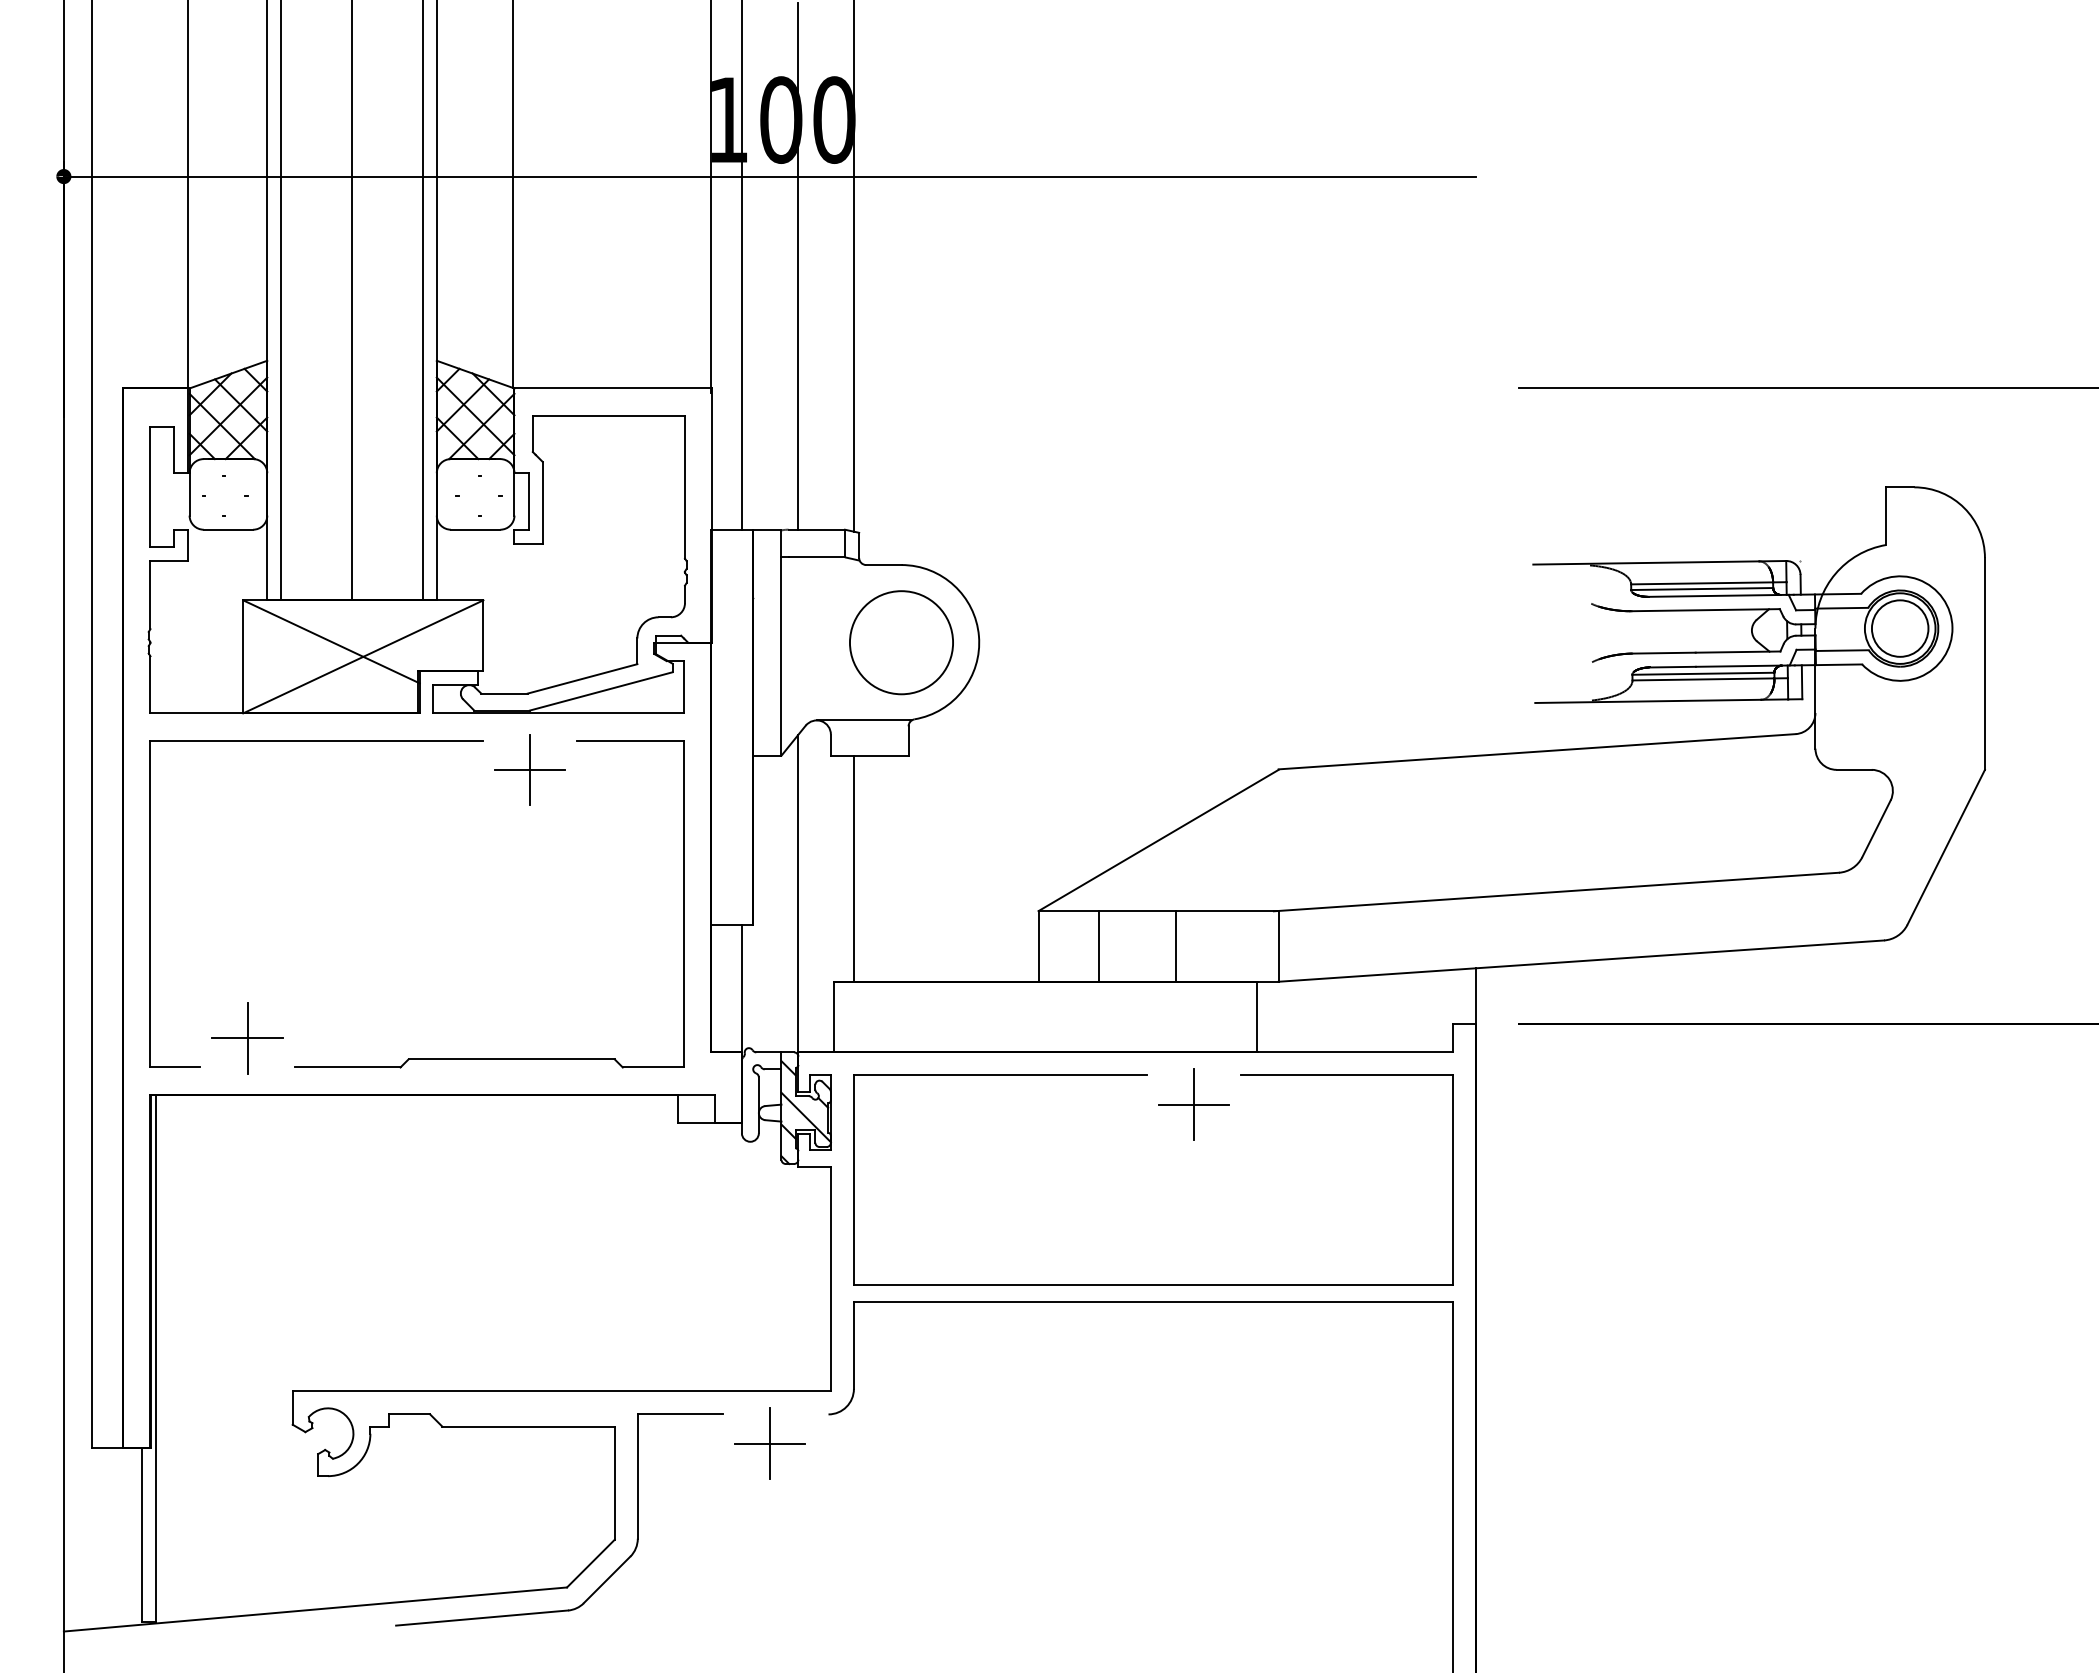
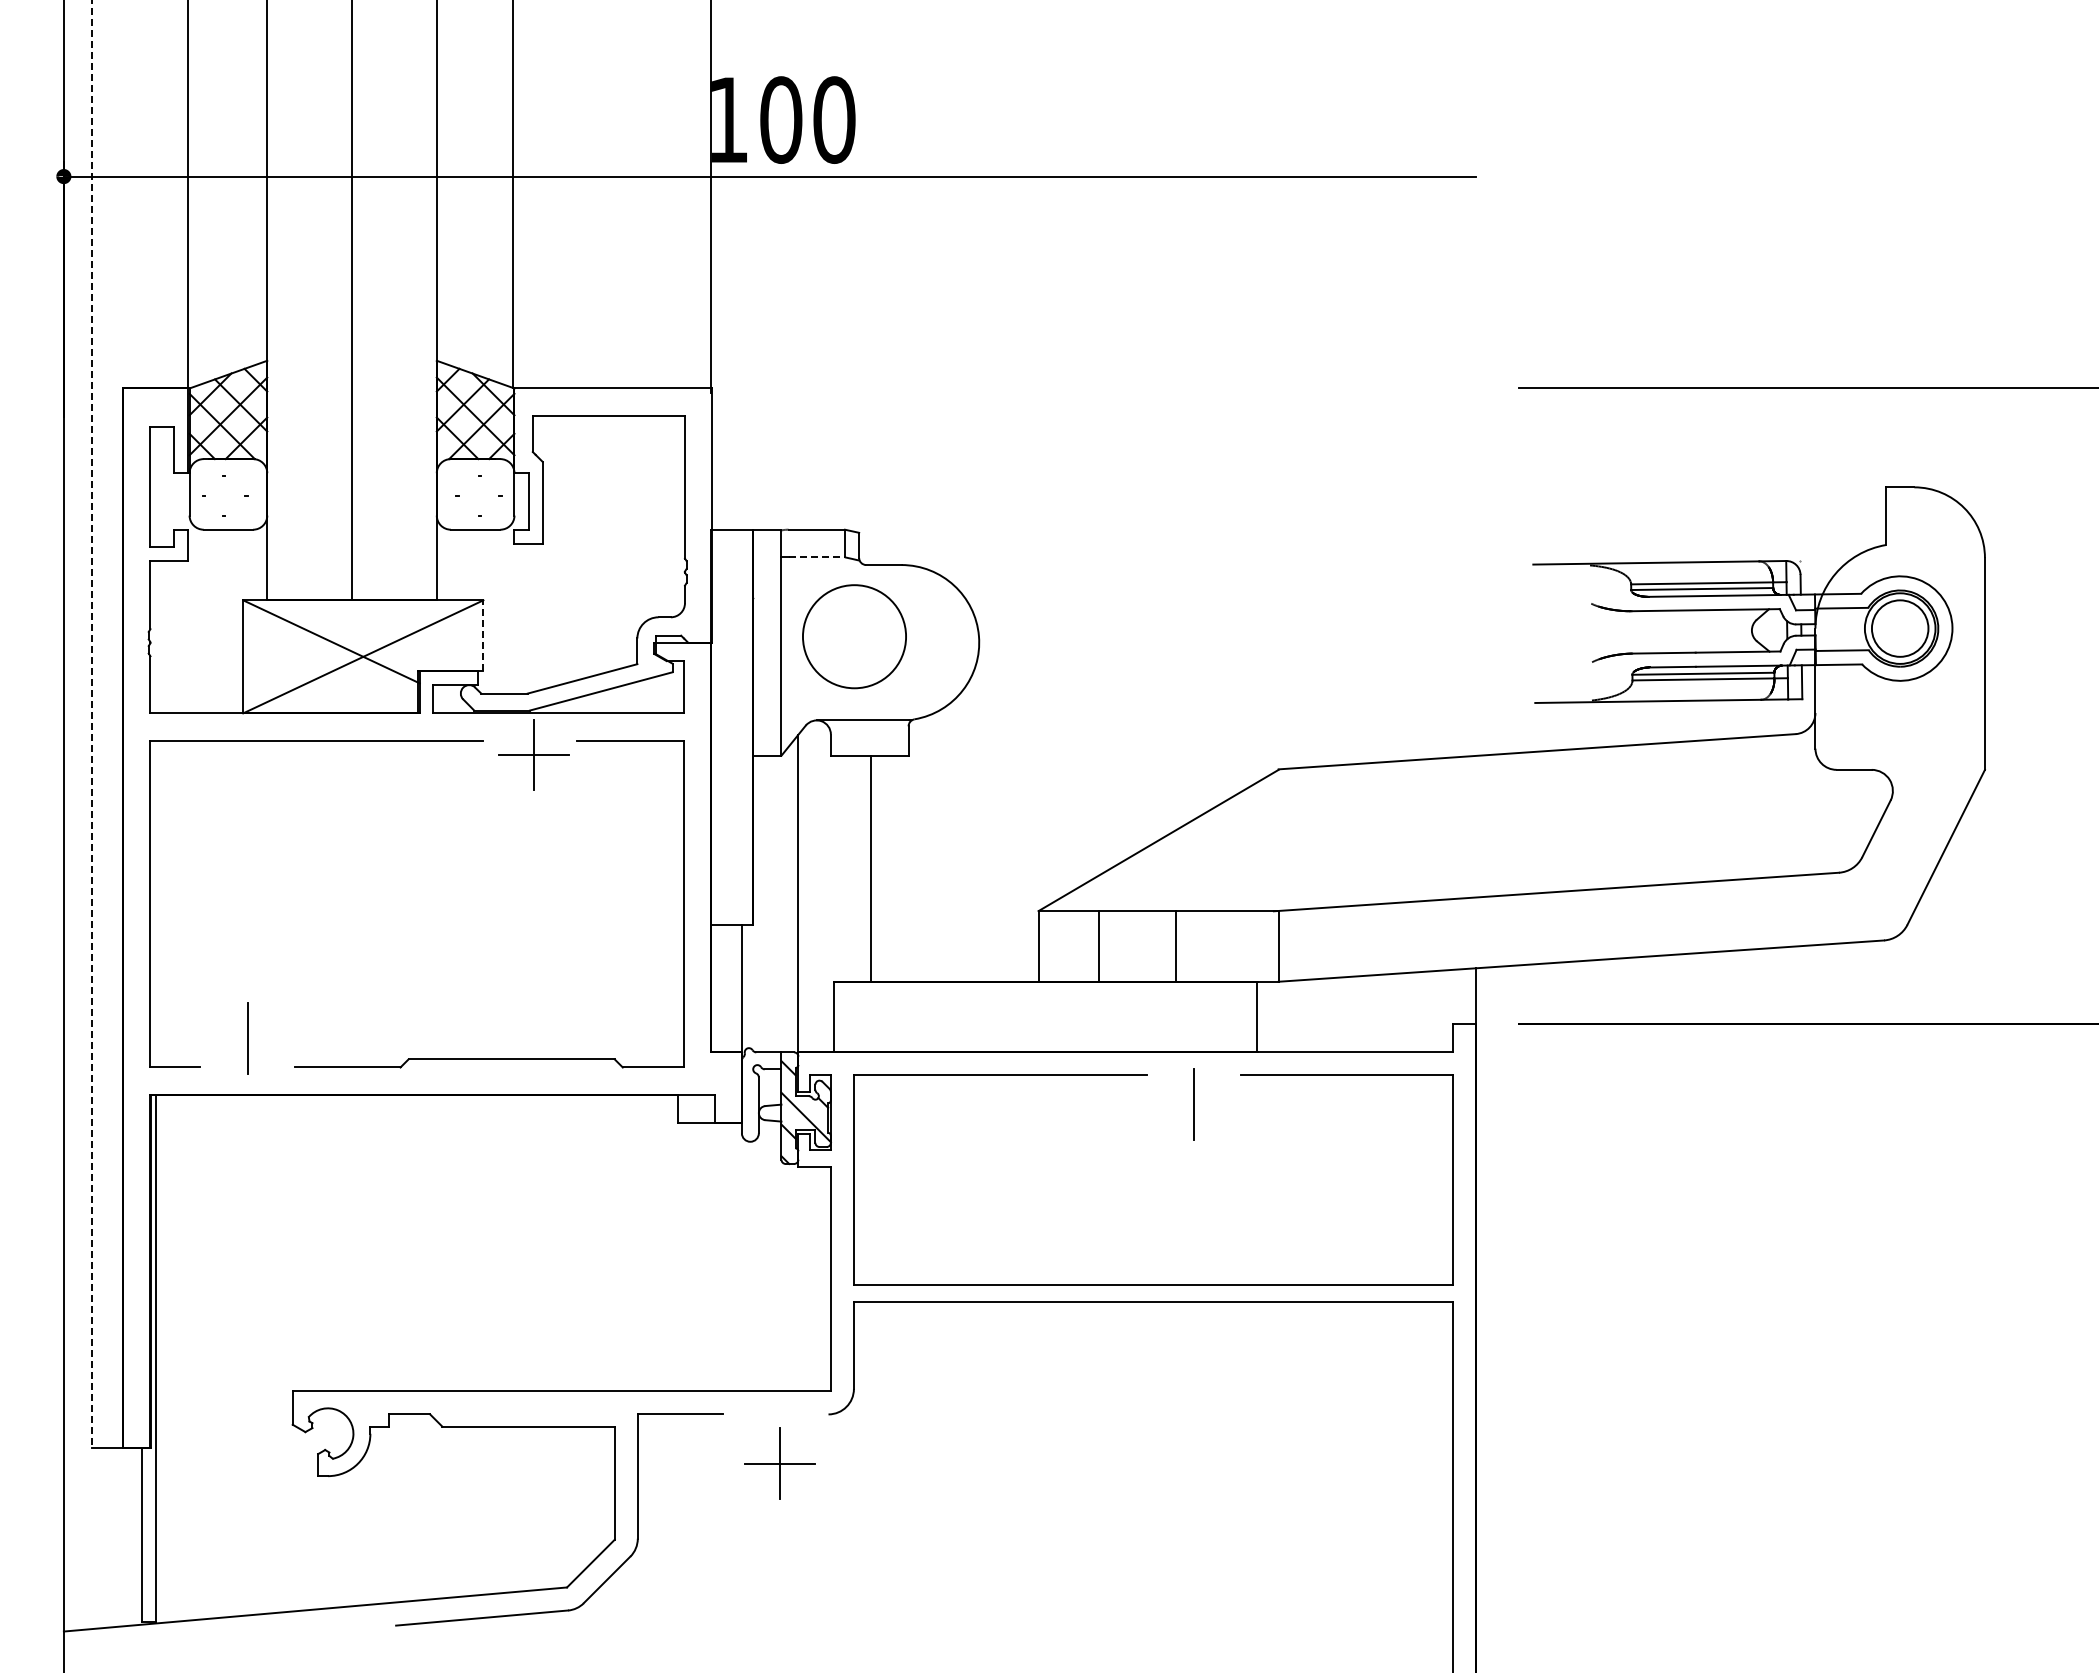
line at (741, 265): present -> none
line at (798, 265): present -> none
line at (853, 266): present -> none
line at (281, 301): present -> none
line at (422, 301): present -> none
line at (817, 557): solid -> dashed
line at (483, 635): solid -> dashed
circle at (901, 642) position: (901, 642) -> (854, 636)
line at (92, 724): solid -> dashed
part at (529, 769) position: (529, 769) -> (533, 754)
line at (853, 868) position: (853, 868) -> (870, 868)
line at (247, 1038): present -> none
line at (1193, 1104): present -> none
part at (769, 1443) position: (769, 1443) -> (779, 1463)
